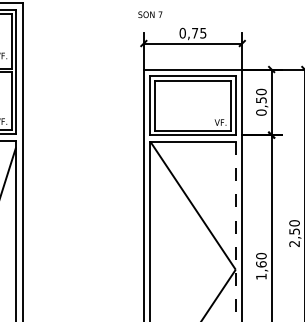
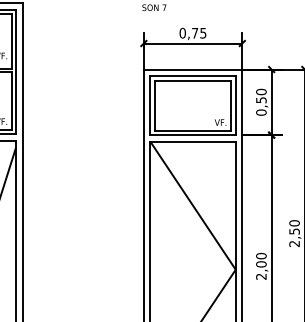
text at (150, 14) position: (150, 14) -> (154, 7)
line at (235, 231): dashed -> solid
text at (261, 270): 1,60 -> 2,00
